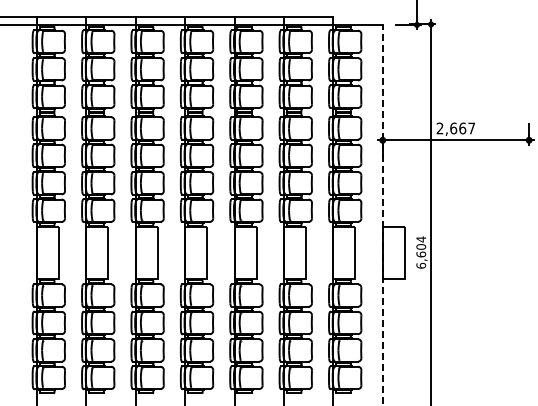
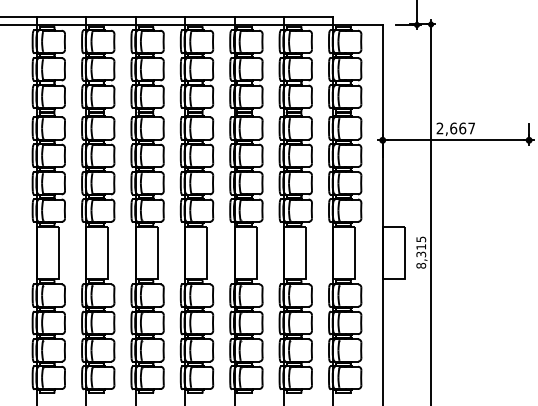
line at (382, 214): dashed -> solid
text at (421, 252): 6,604 -> 8,315
